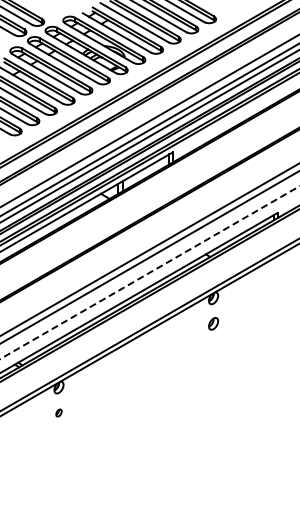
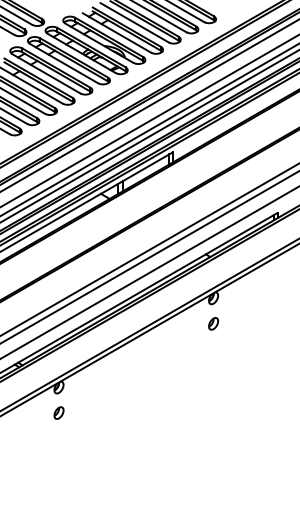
line at (149, 105): none -> present
line at (150, 272): dashed -> solid
part at (58, 412) size: 8x10 px -> 12x14 px
